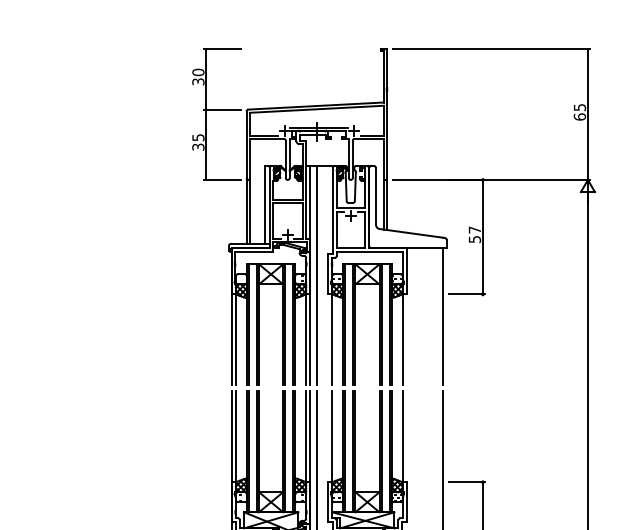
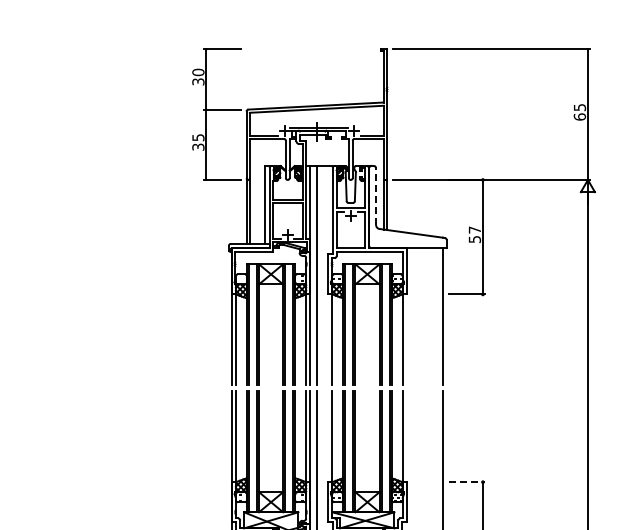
line at (376, 196): solid -> dashed
line at (467, 482): solid -> dashed
